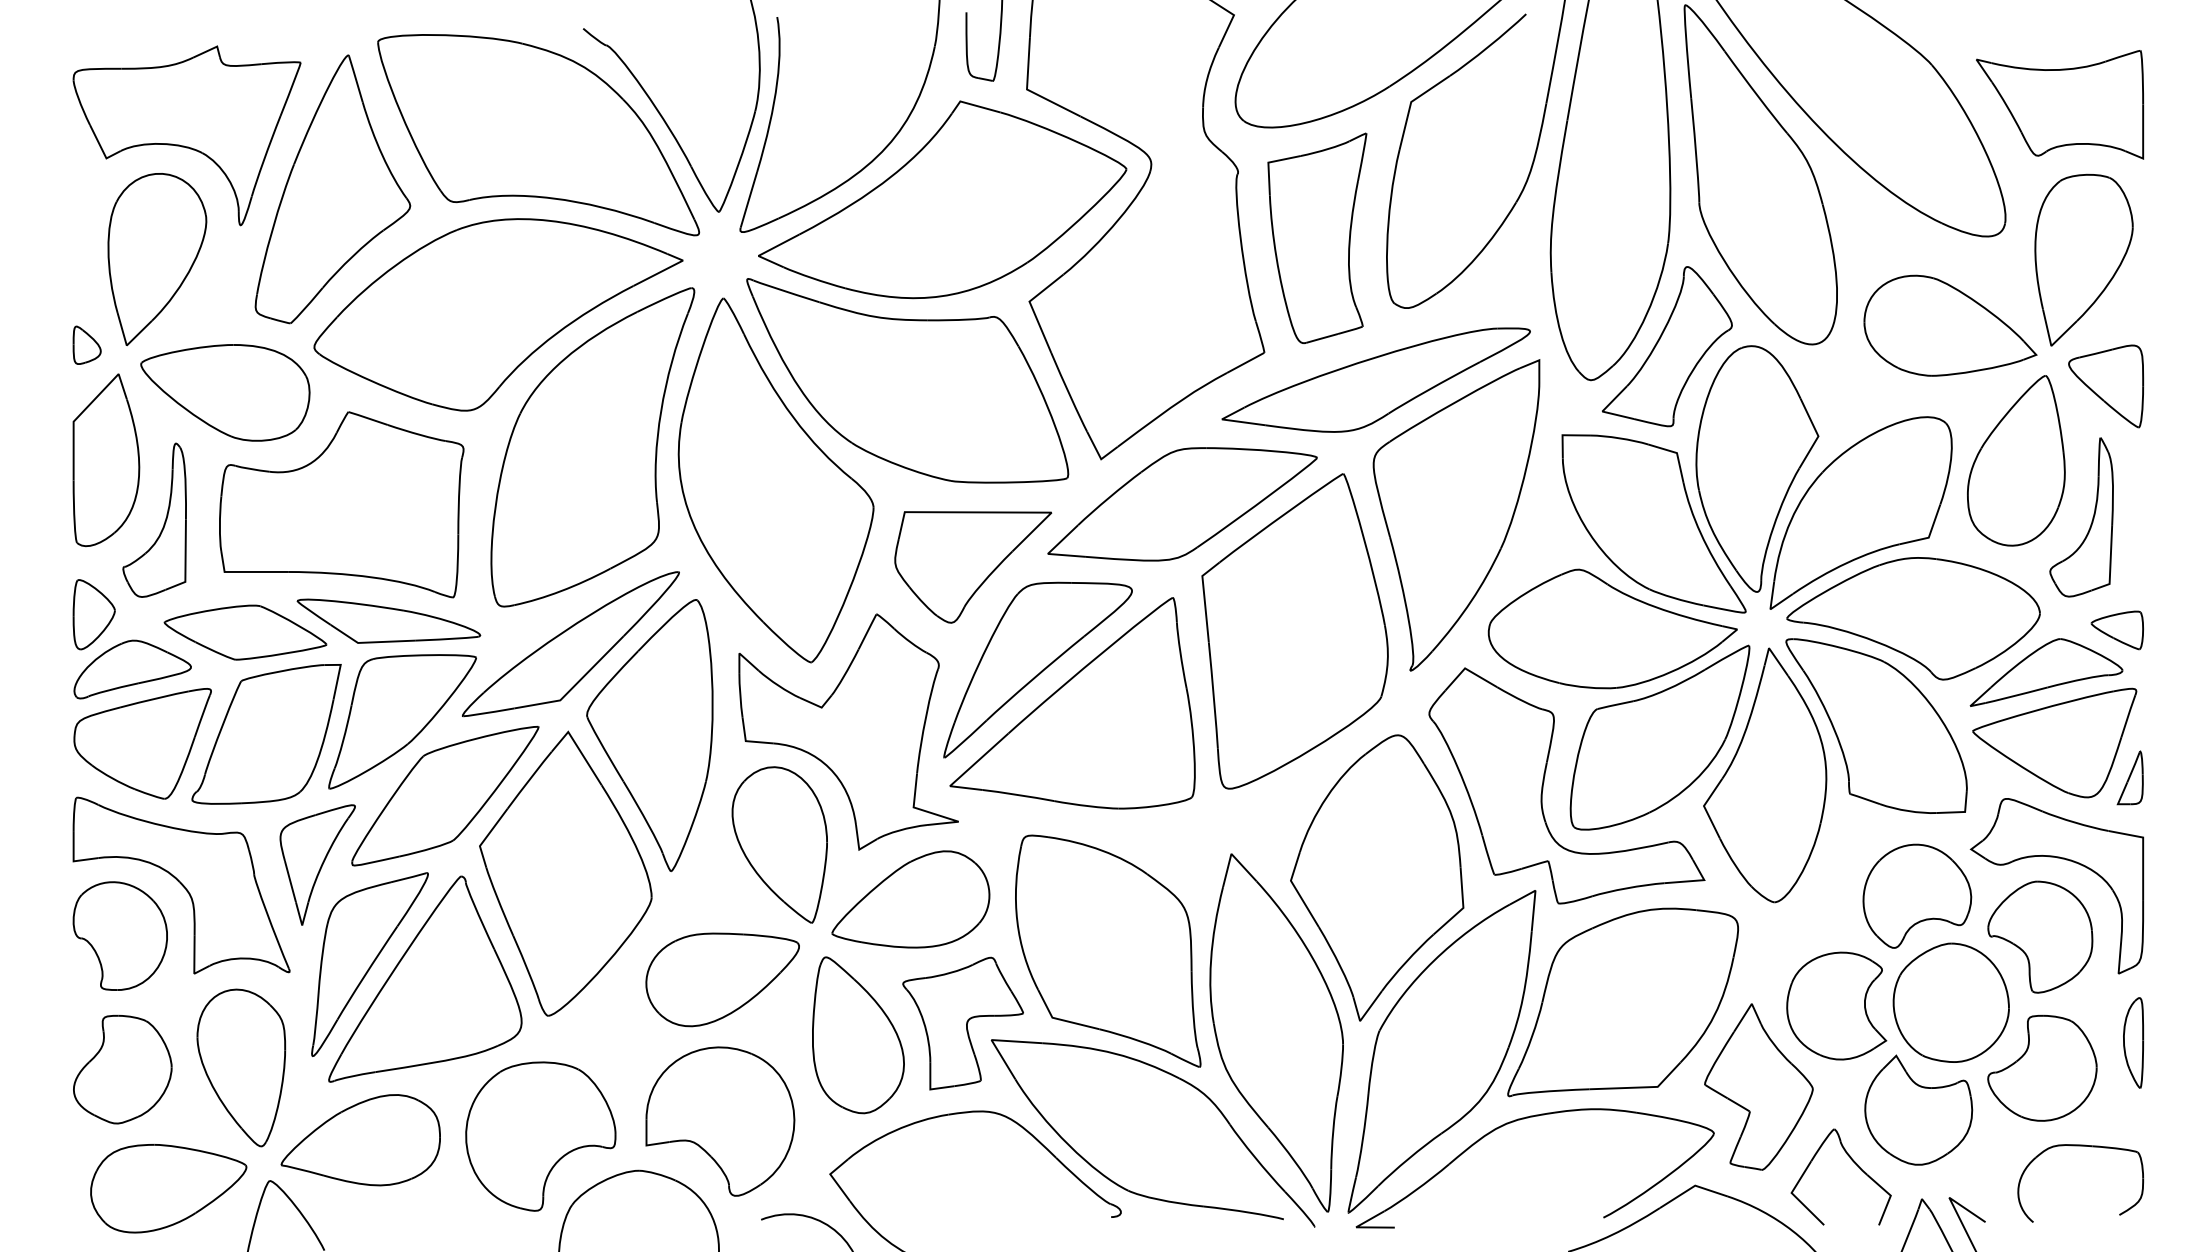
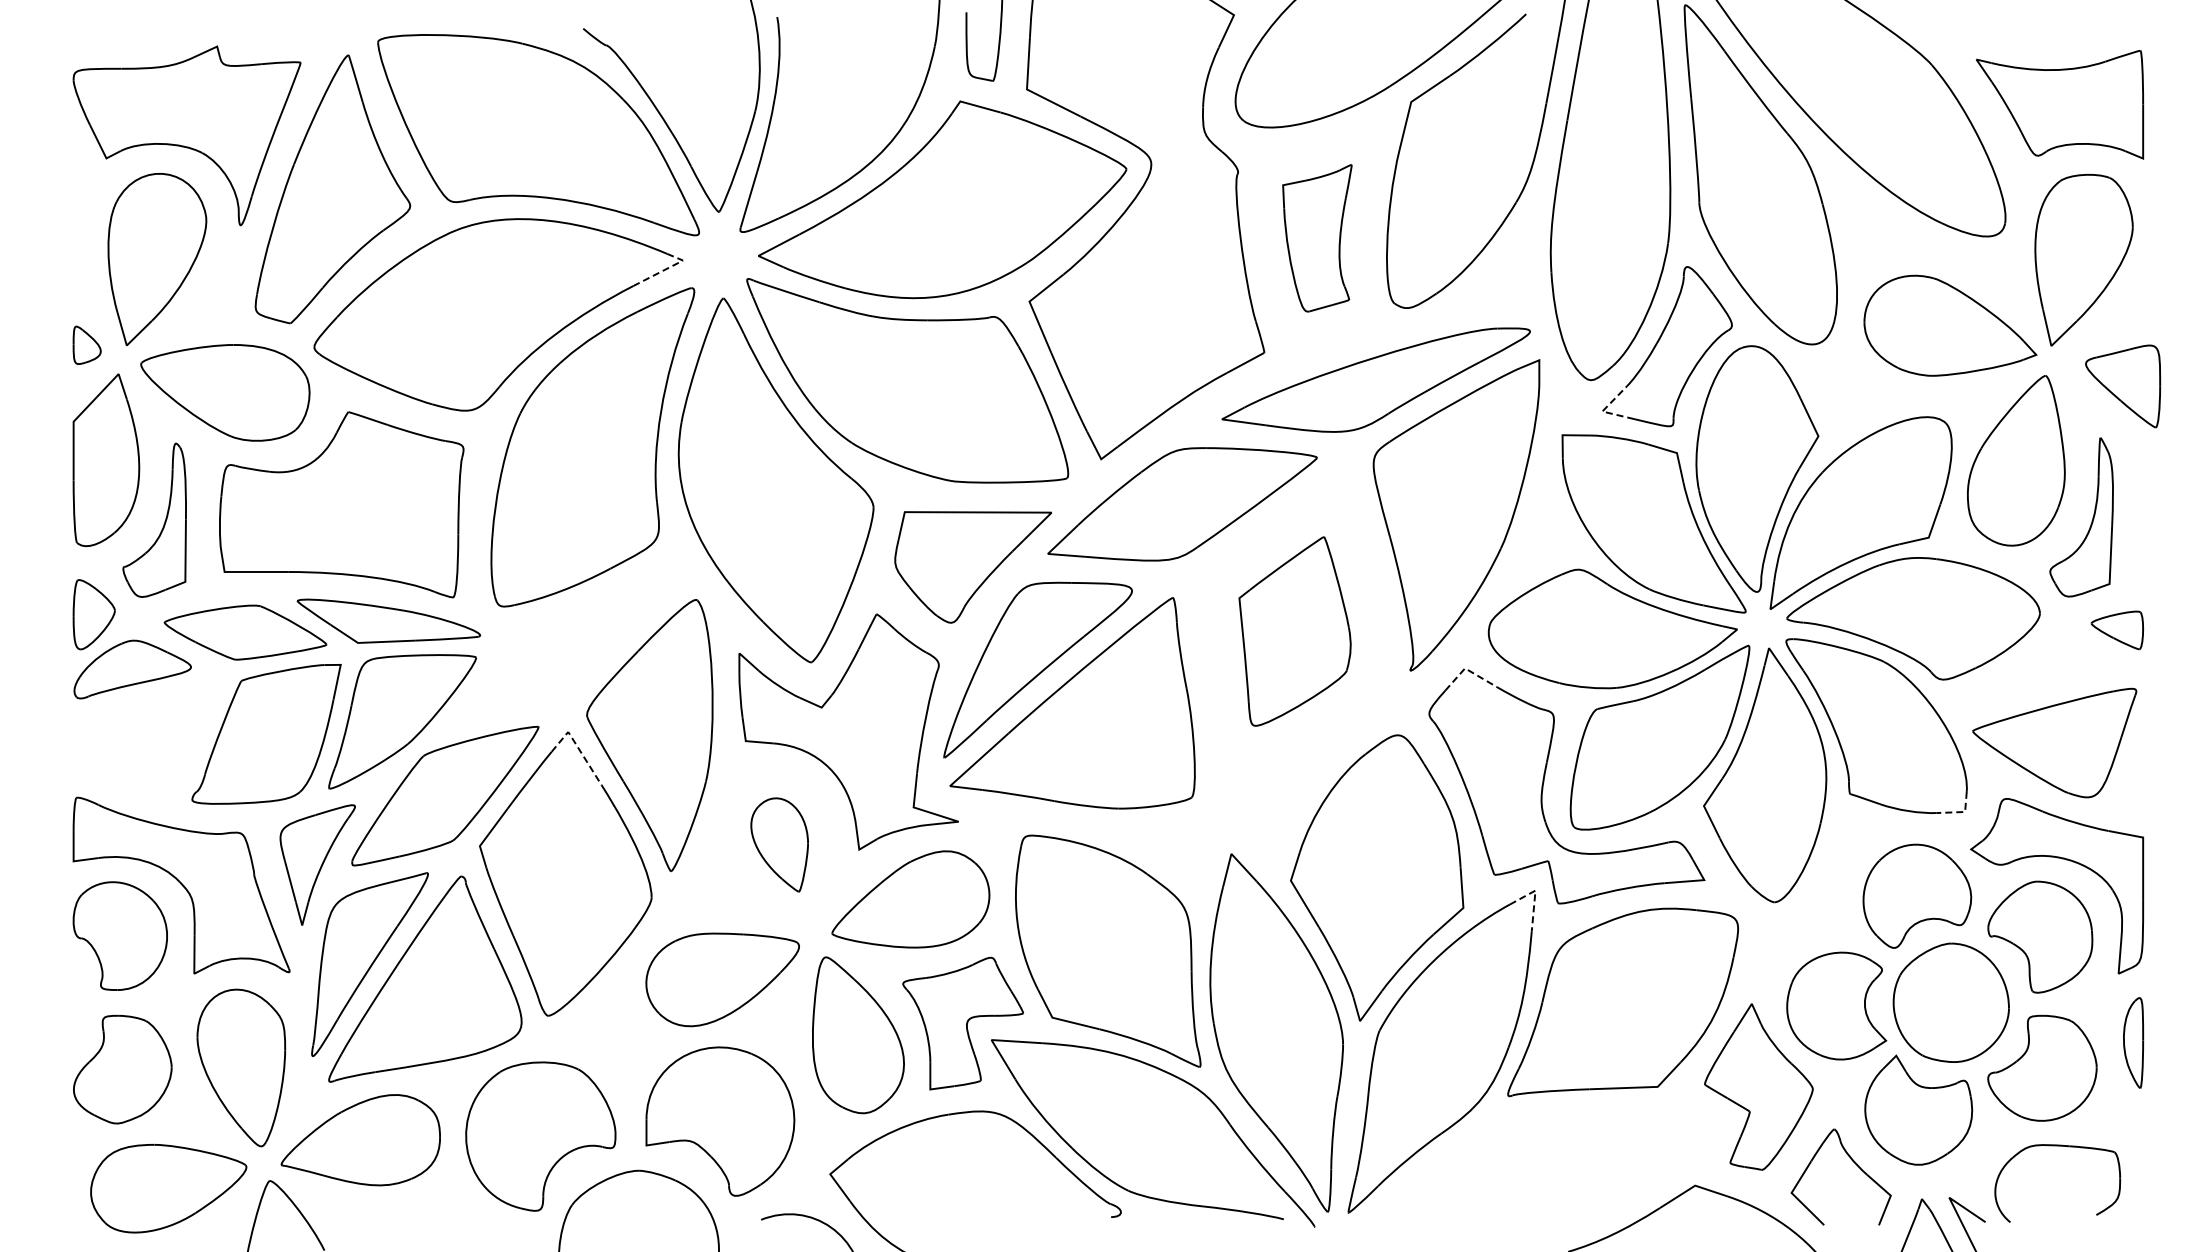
part at (1317, 237) size: 101x212 px -> 71x149 px
line at (666, 269): solid -> dashed
part at (2106, 386) position: (2106, 386) -> (2123, 386)
line at (1603, 410): solid -> dashed
part at (1294, 631) size: 188x317 px -> 114x191 px
part at (570, 644): present -> none
line at (1468, 670): solid -> dashed
part at (2046, 672): present -> none
part at (142, 743): present -> none
line at (577, 747): solid -> dashed
part at (2129, 777): present -> none
line at (1961, 812): solid -> dashed
part at (779, 844) size: 97x158 px -> 59x96 px
line at (1535, 895): solid -> dashed
part at (1520, 1120): present -> none
part at (2080, 1146) position: (2080, 1146) -> (2057, 1146)
